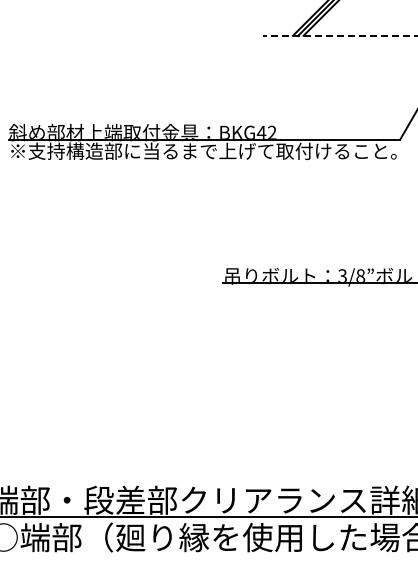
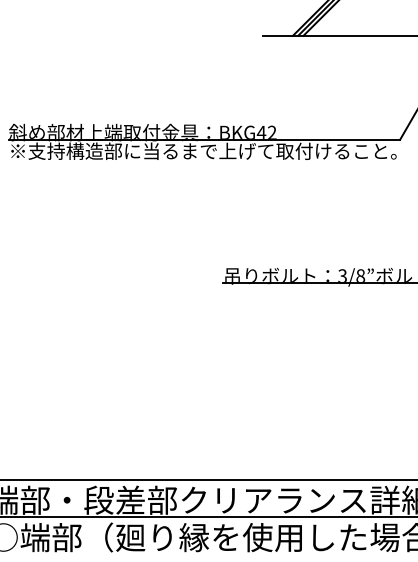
line at (340, 35): dashed -> solid
line at (208, 479): none -> present
